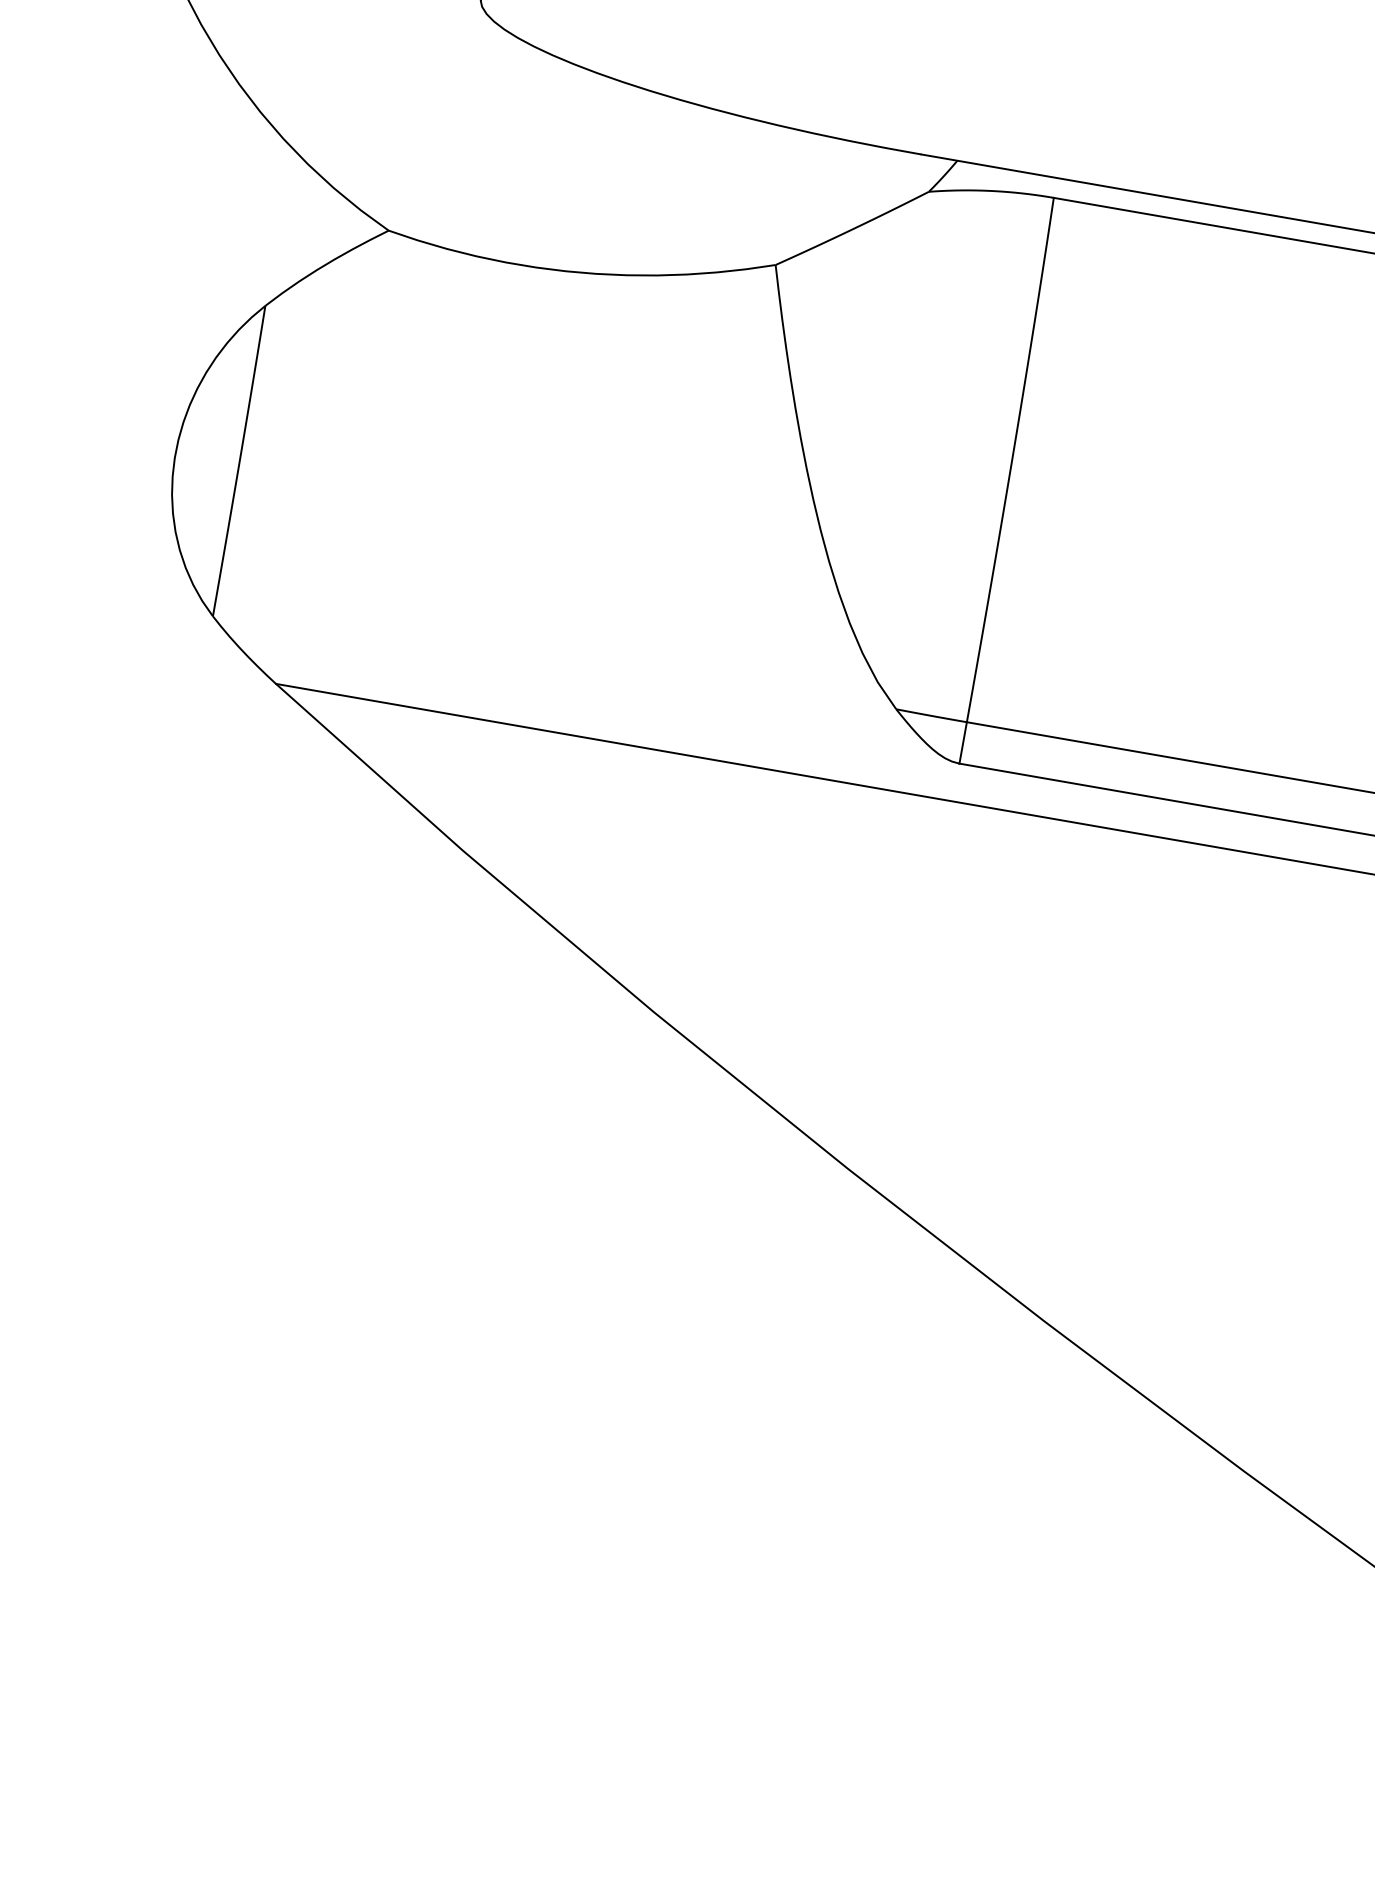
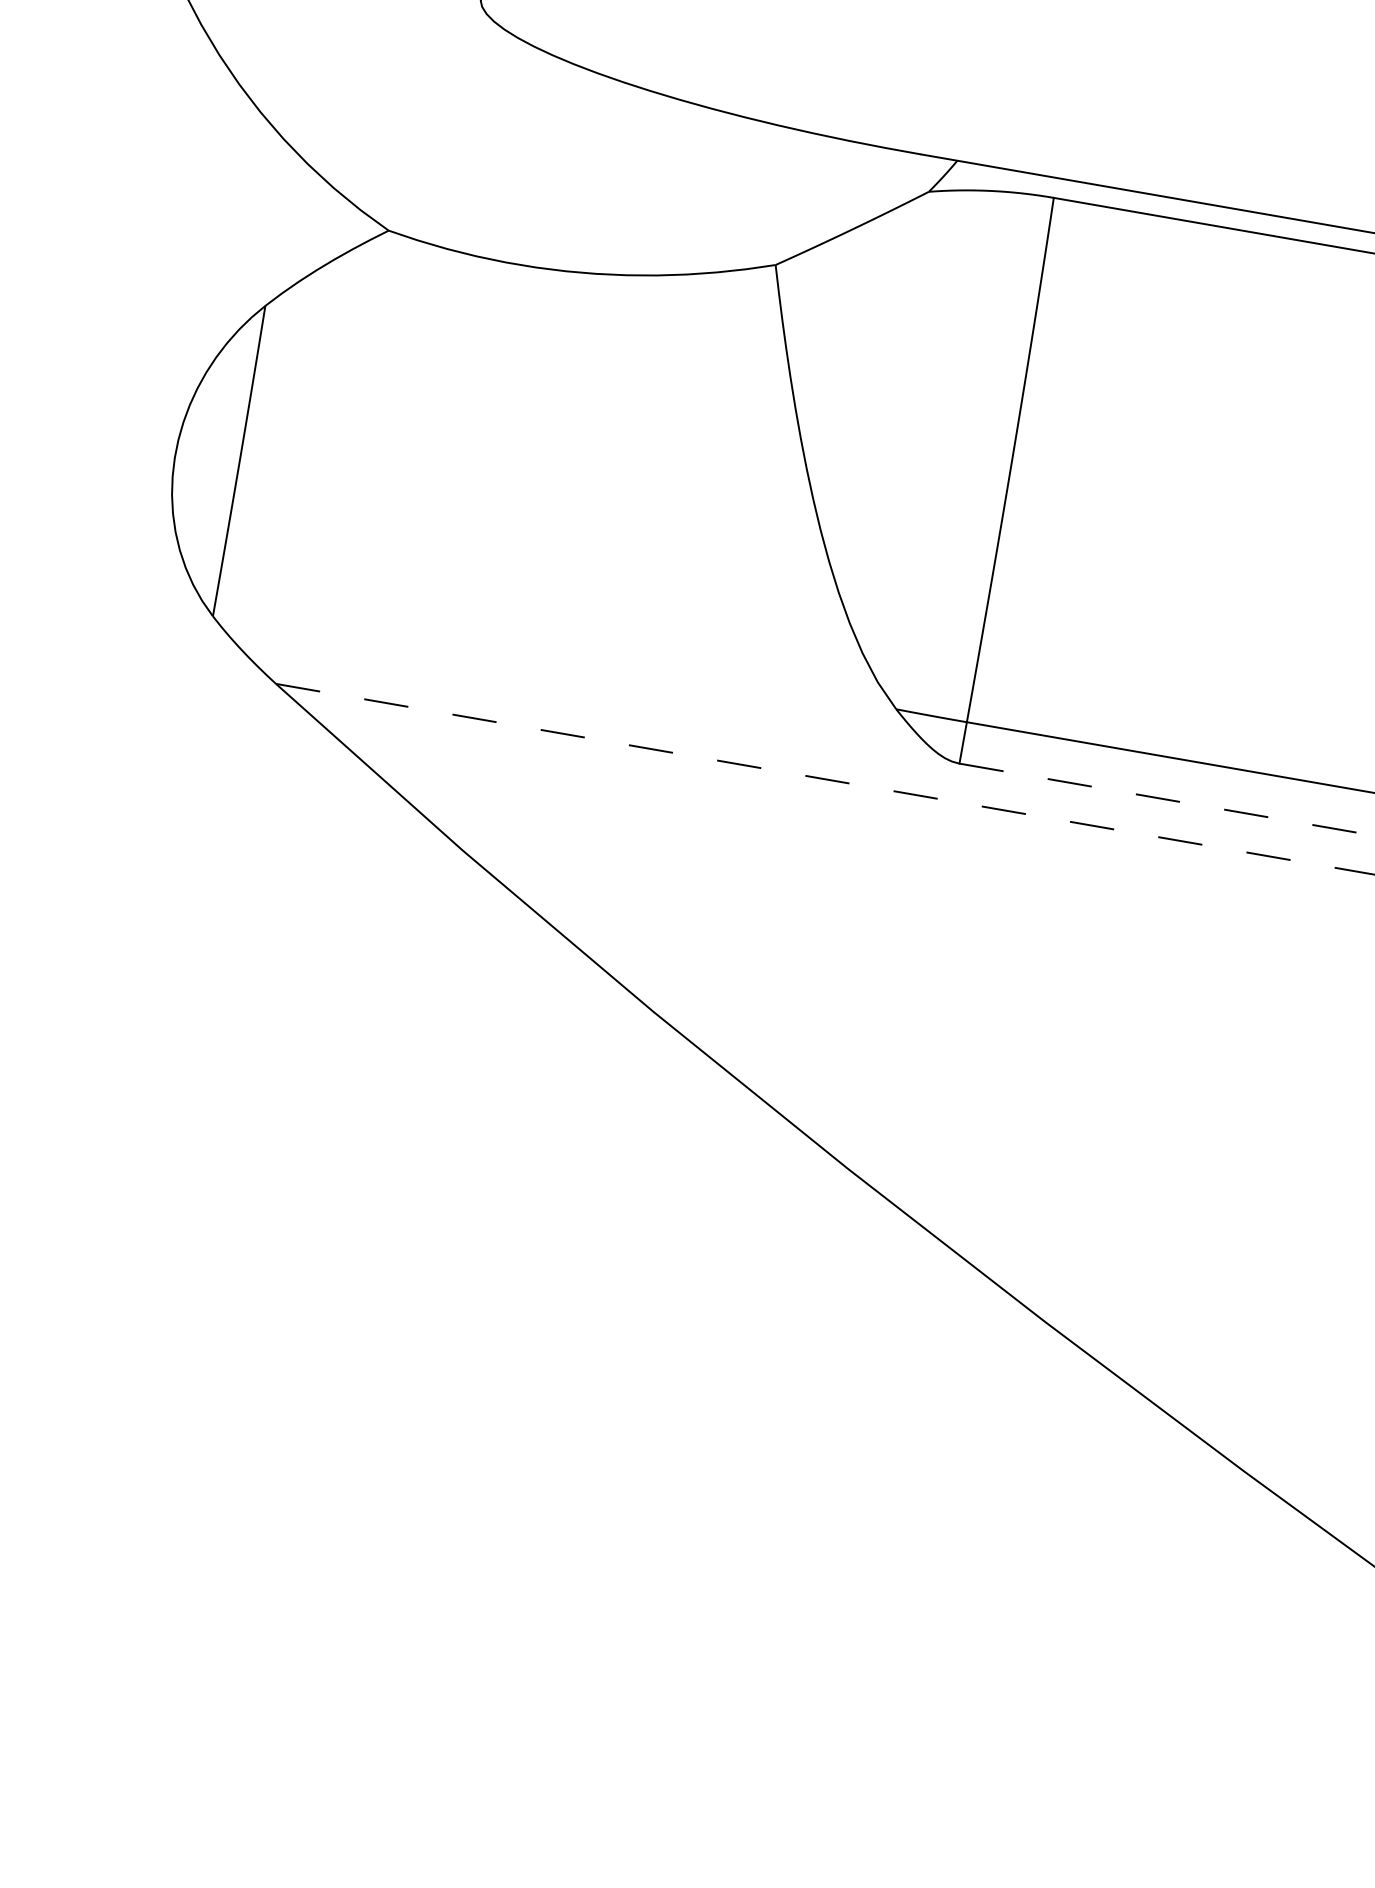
line at (825, 779): solid -> dashed
line at (1167, 799): solid -> dashed
